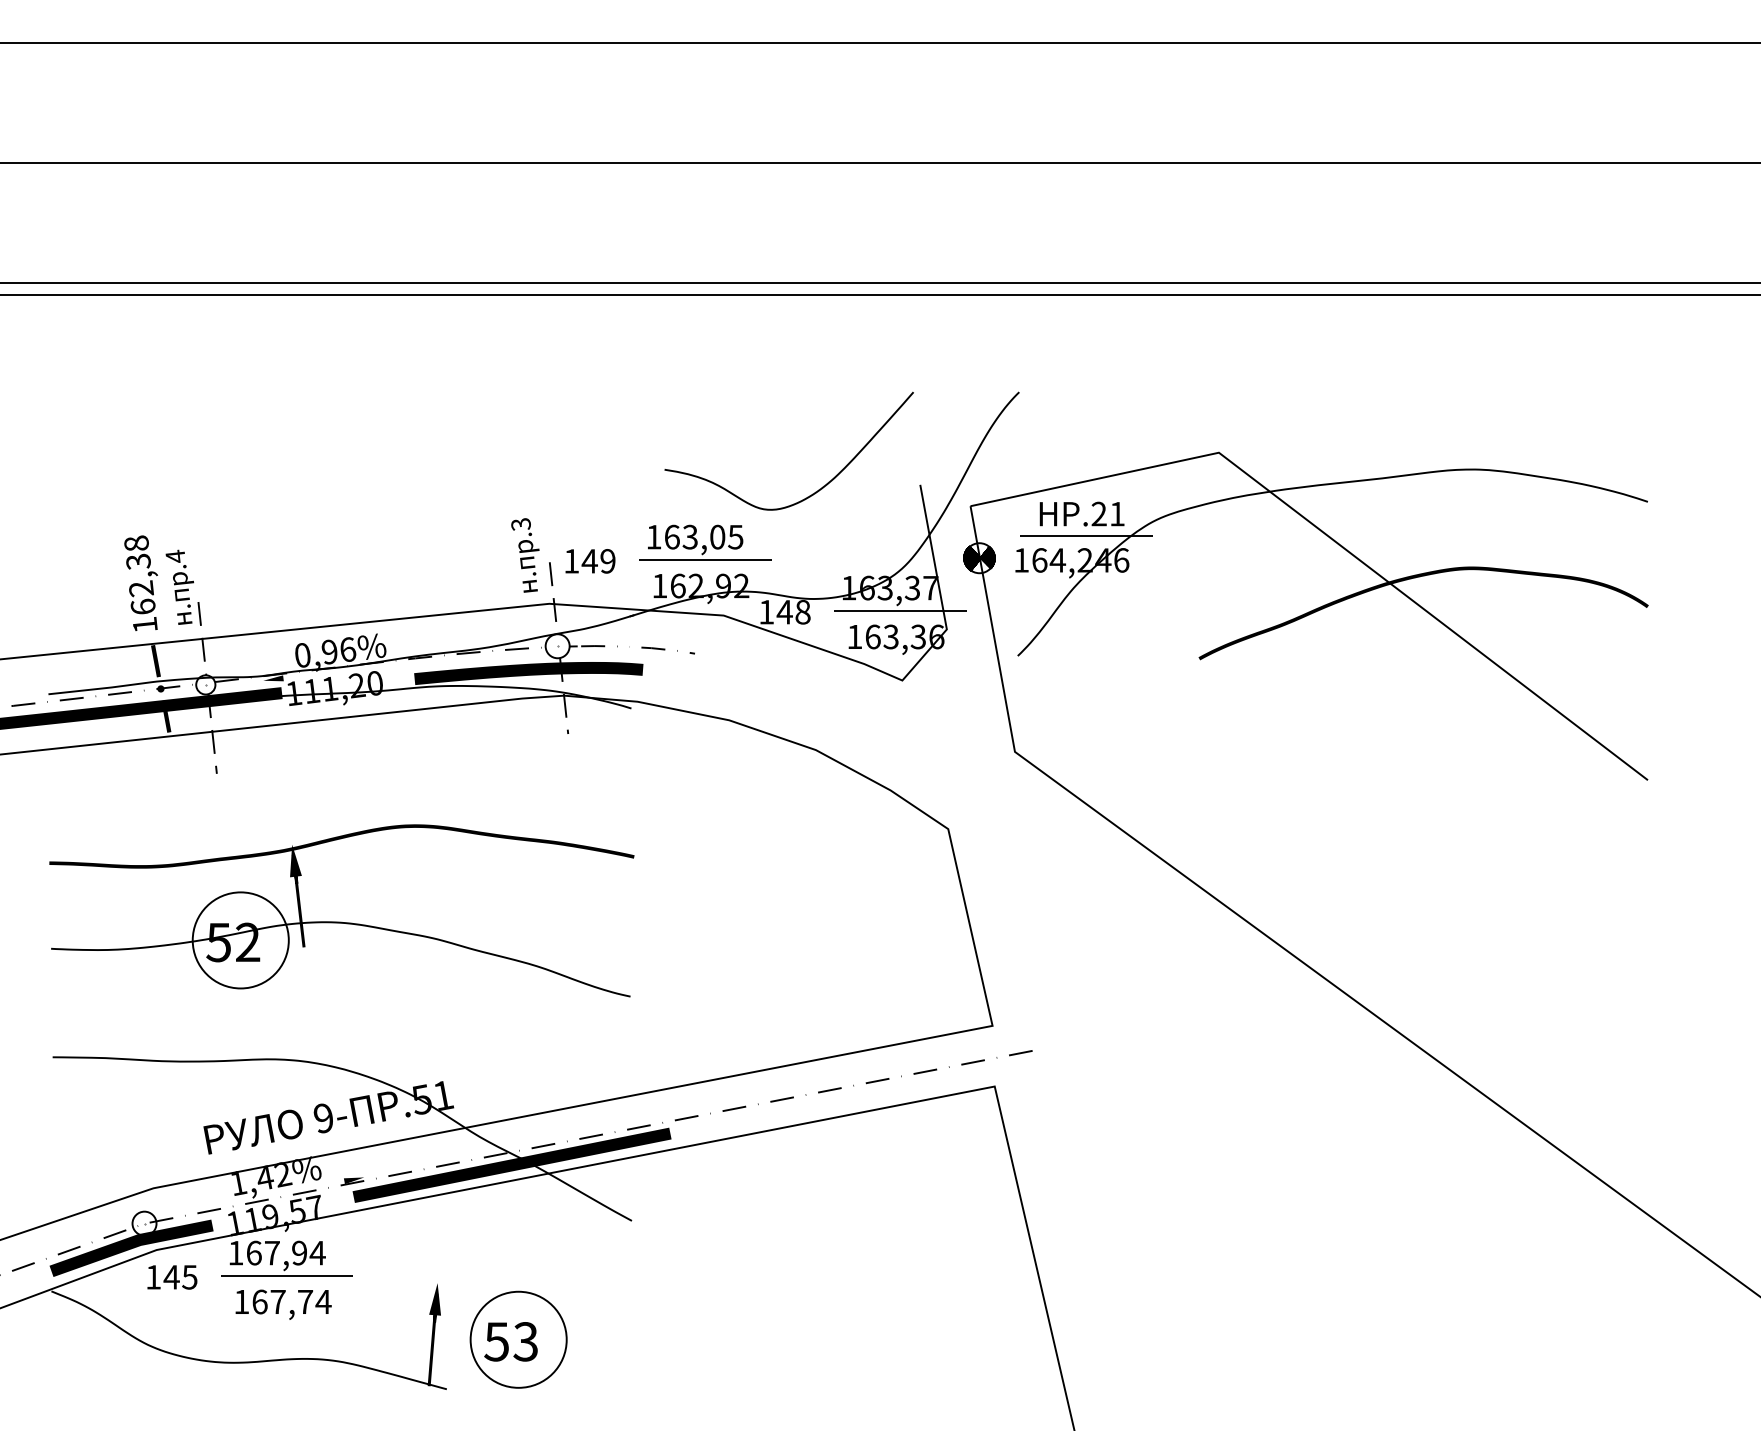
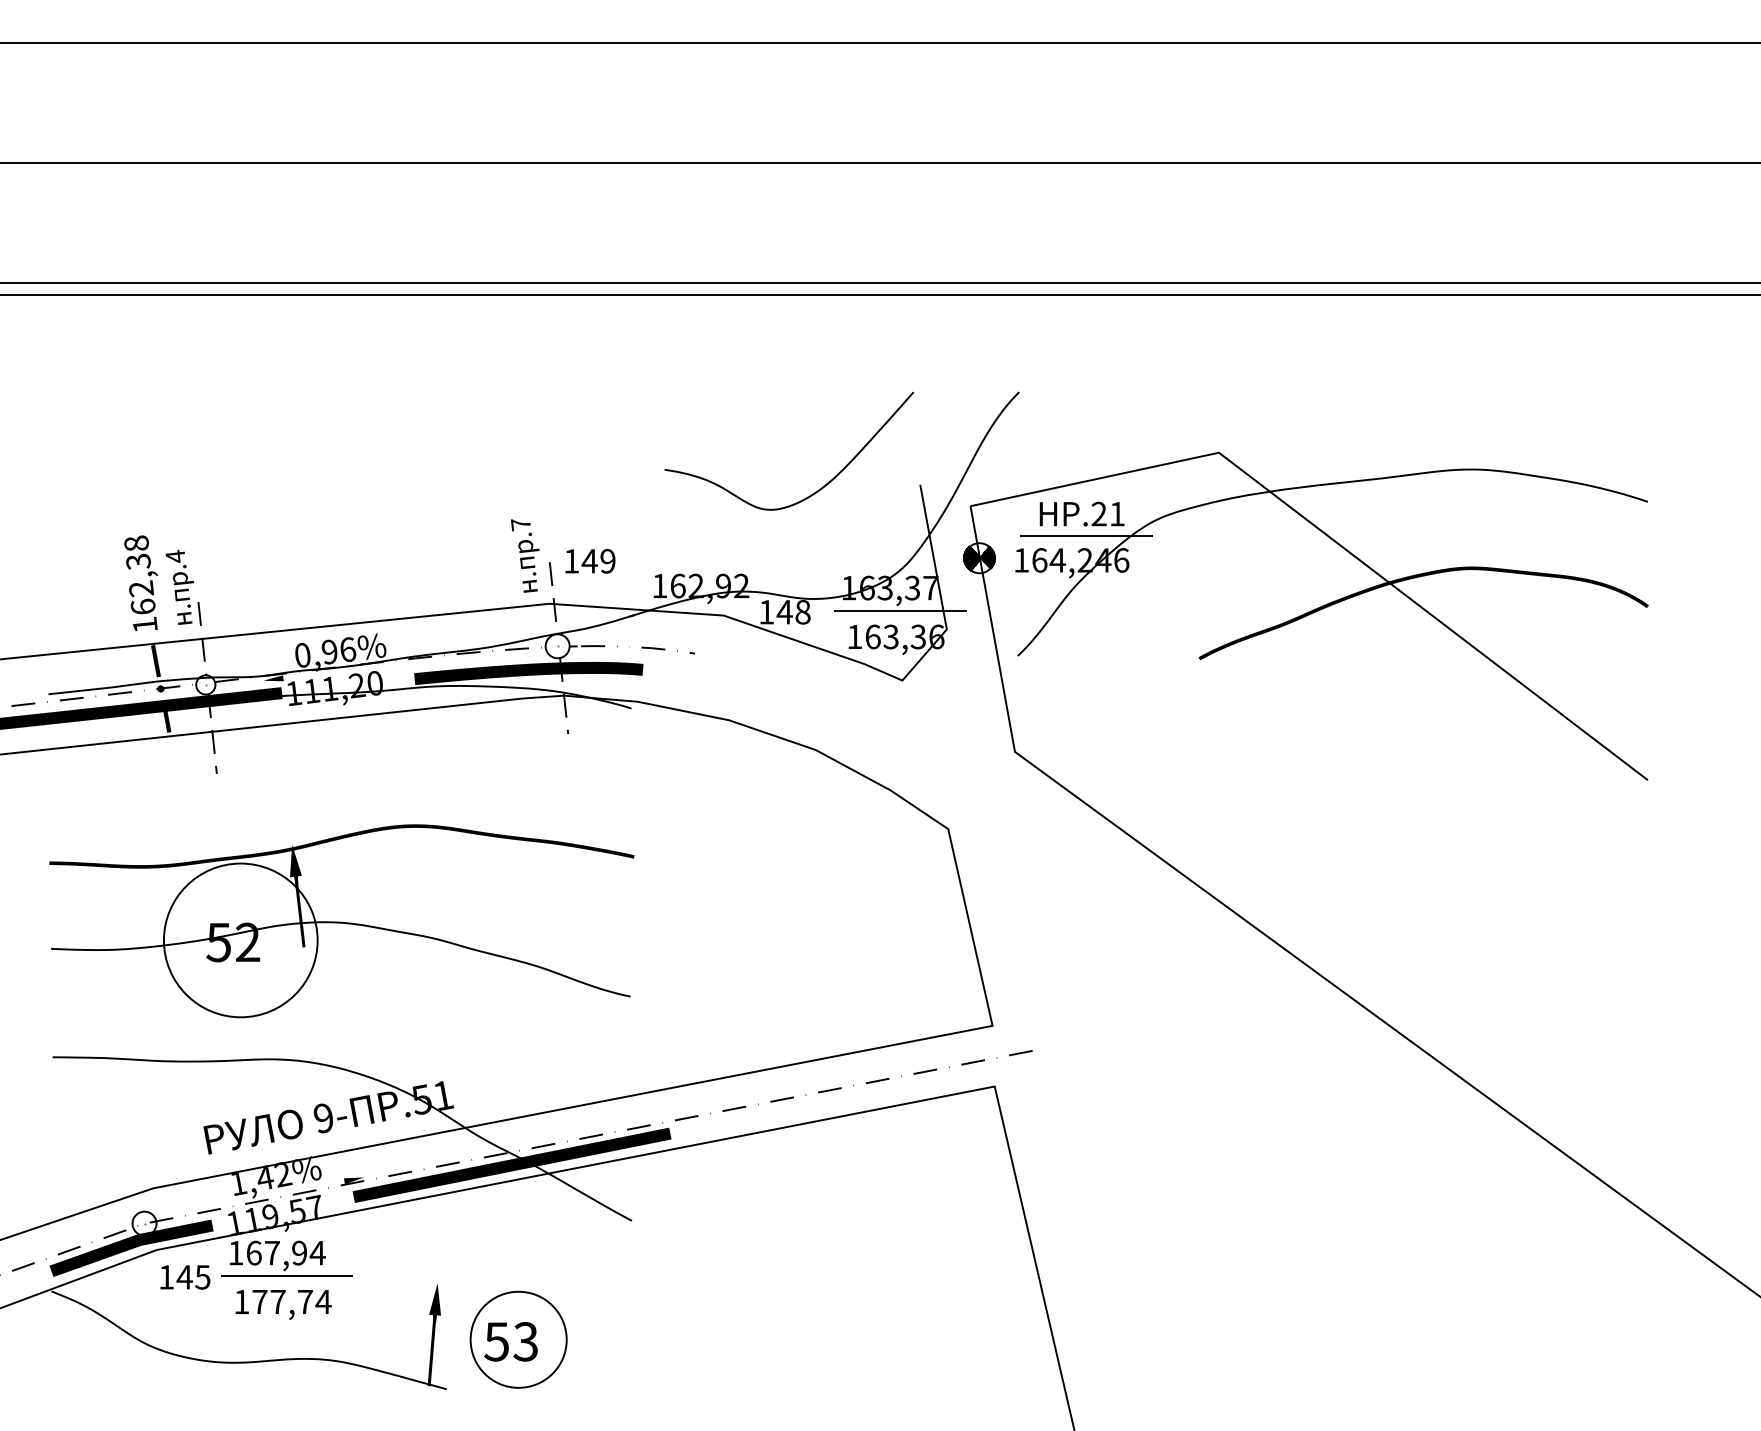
text at (520, 524): .3 -> .7
part at (705, 542): present -> none
circle at (240, 940) diameter: 96 px -> 154 px
text at (172, 1277) position: (172, 1277) -> (185, 1277)
text at (259, 1301): 167,74 -> 177,74
